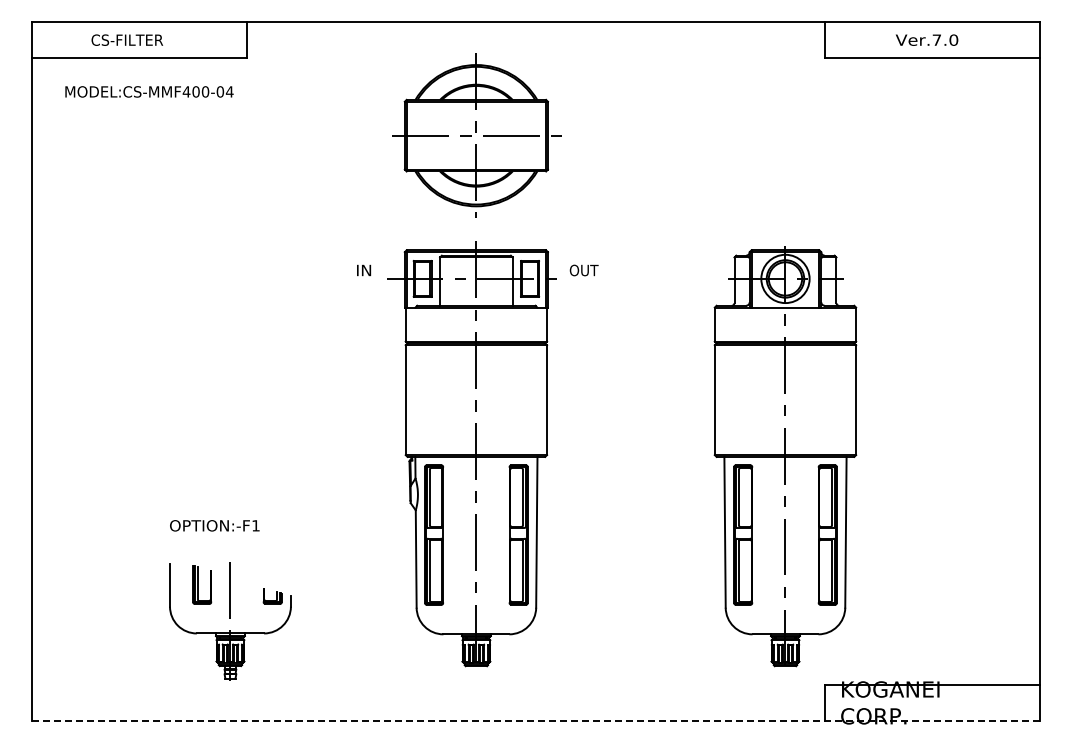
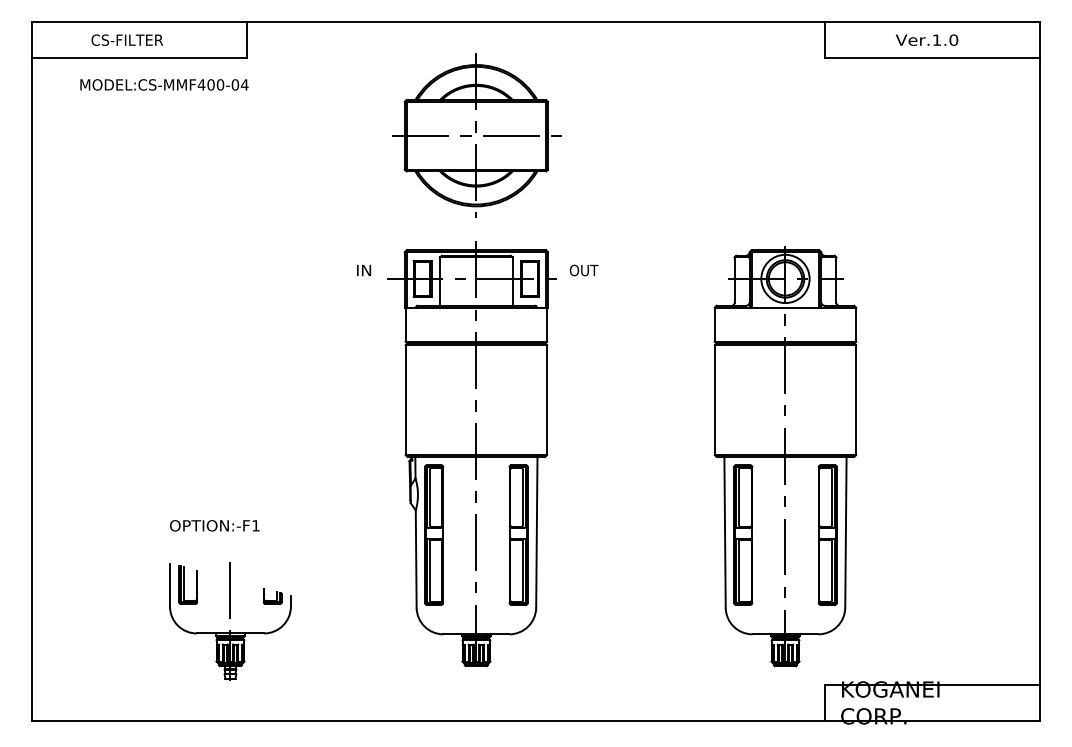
text at (936, 39): Ver.7.0 -> Ver.1.0
text at (149, 91) position: (149, 91) -> (164, 84)
part at (202, 584) position: (202, 584) -> (188, 584)
line at (536, 720): dashed -> solid
